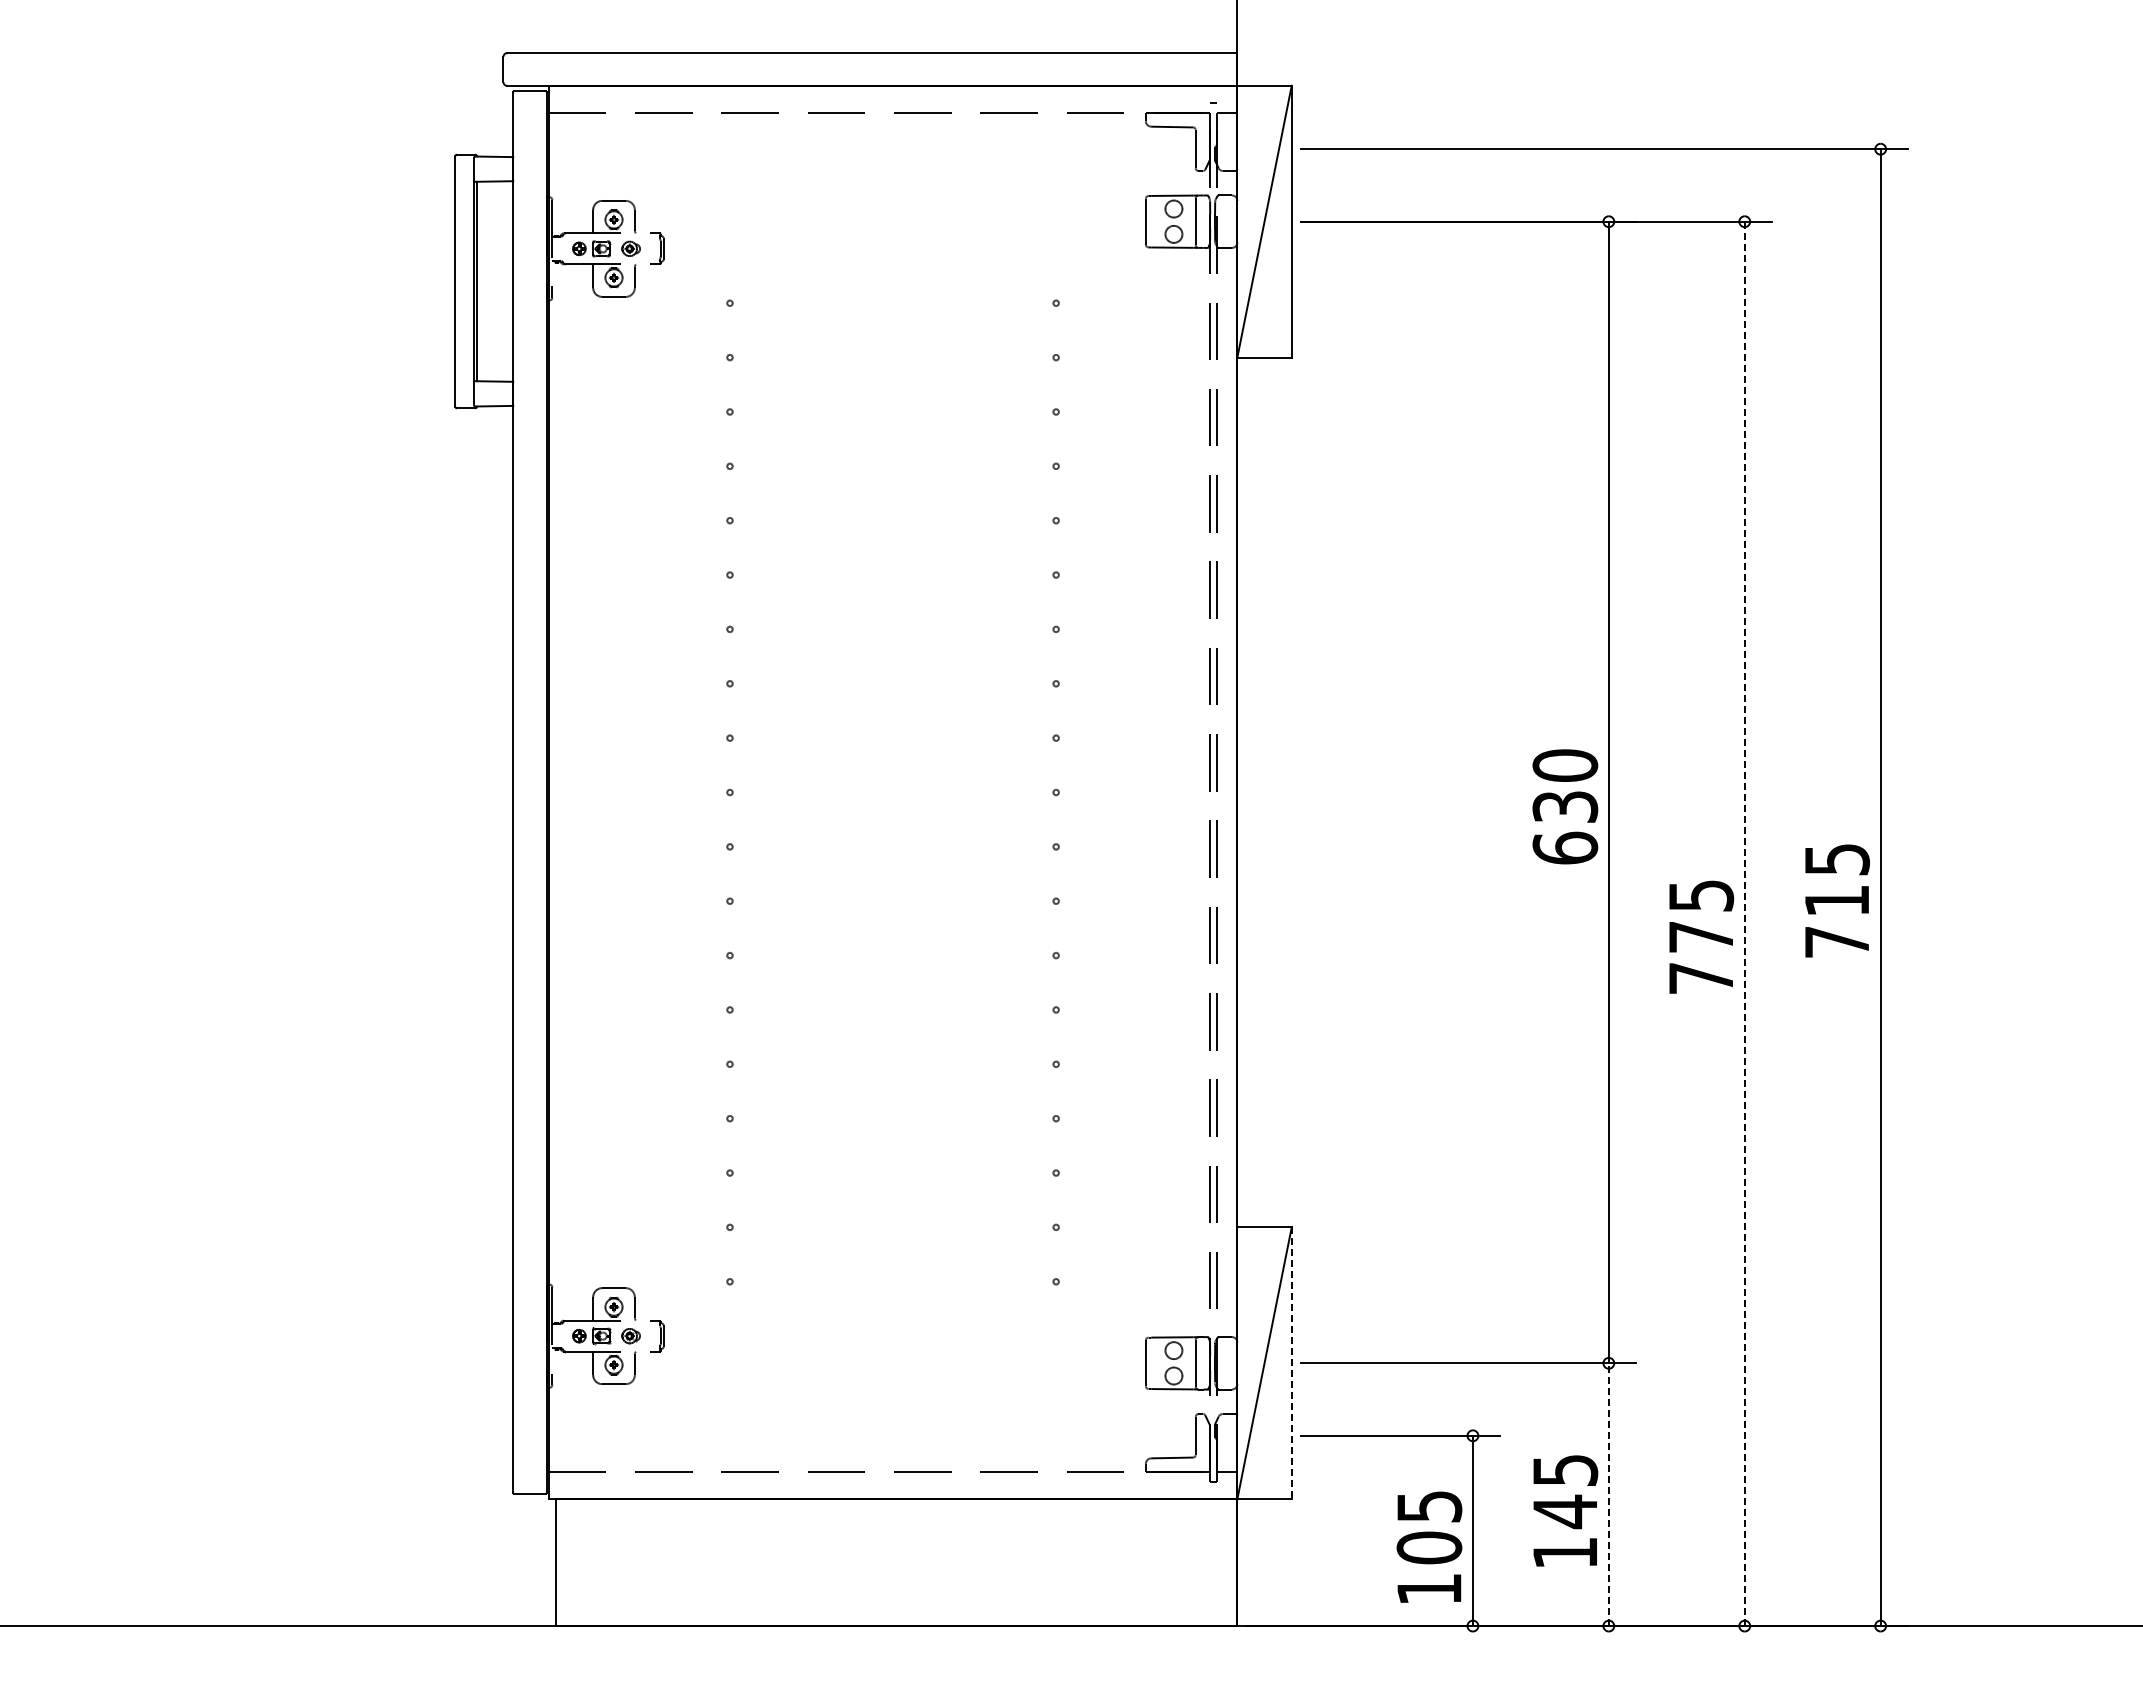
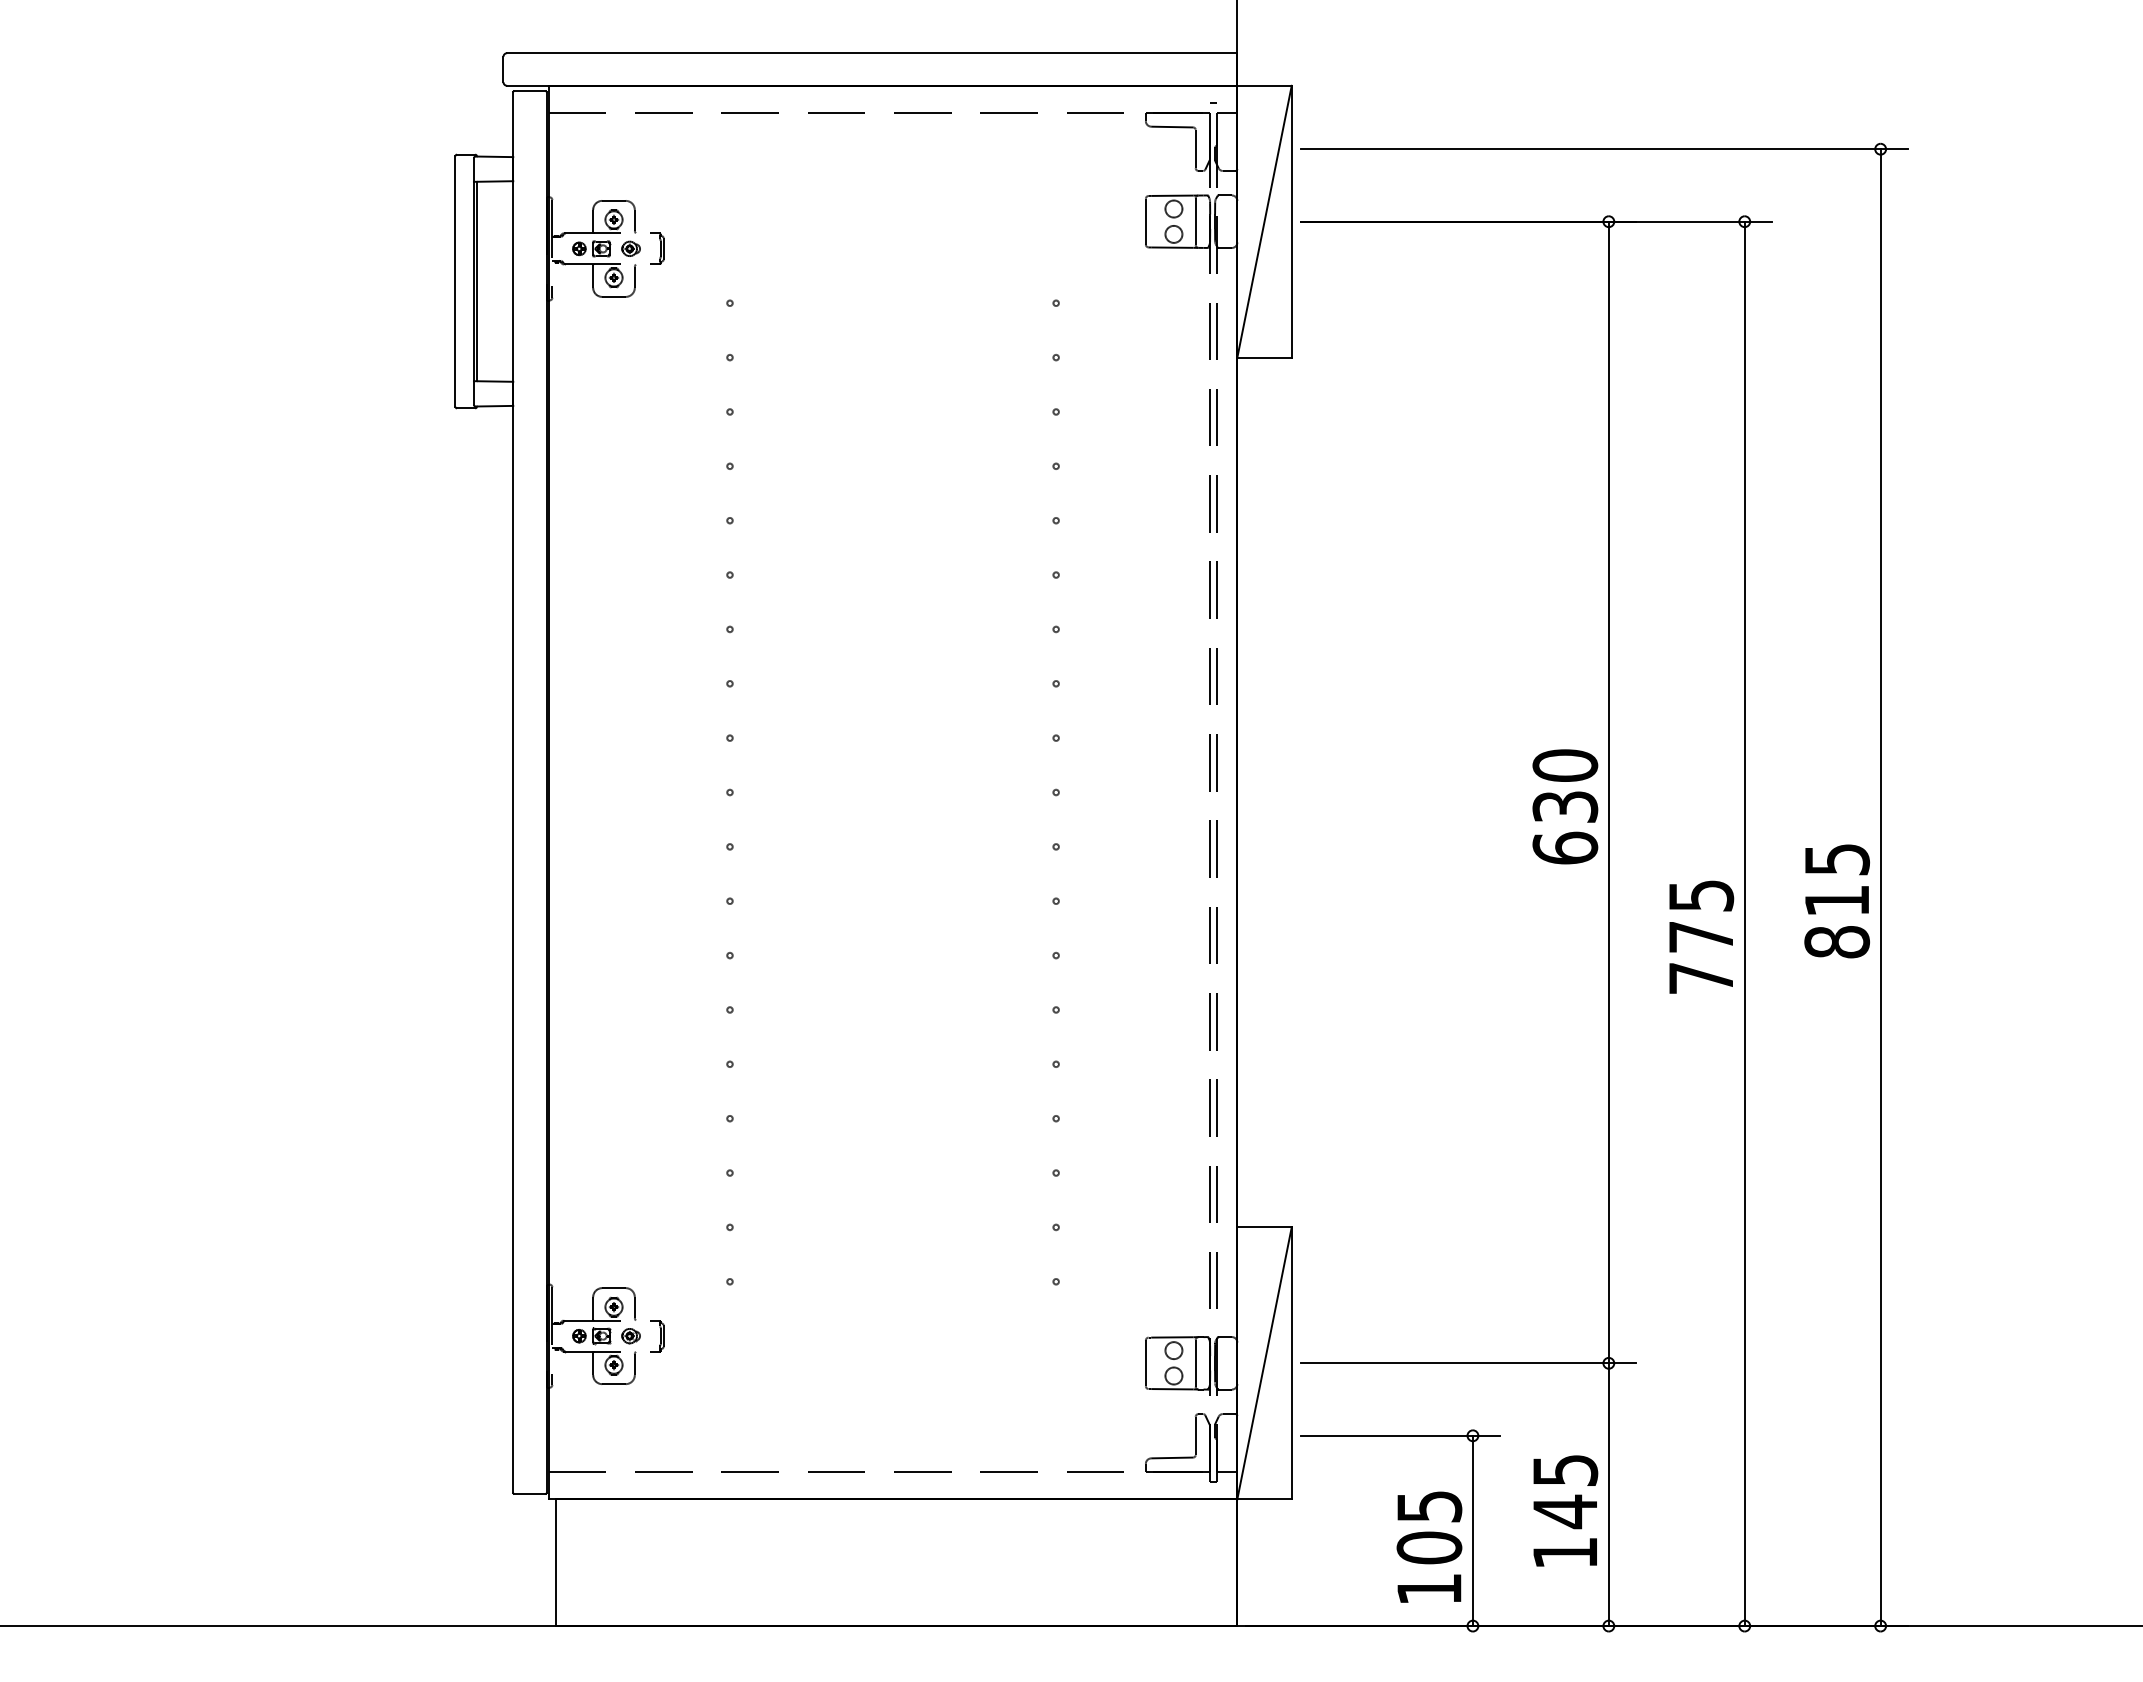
line at (1744, 923): dashed -> solid
text at (1837, 942): 715 -> 815
line at (1291, 1363): dashed -> solid
line at (1608, 1494): dashed -> solid
